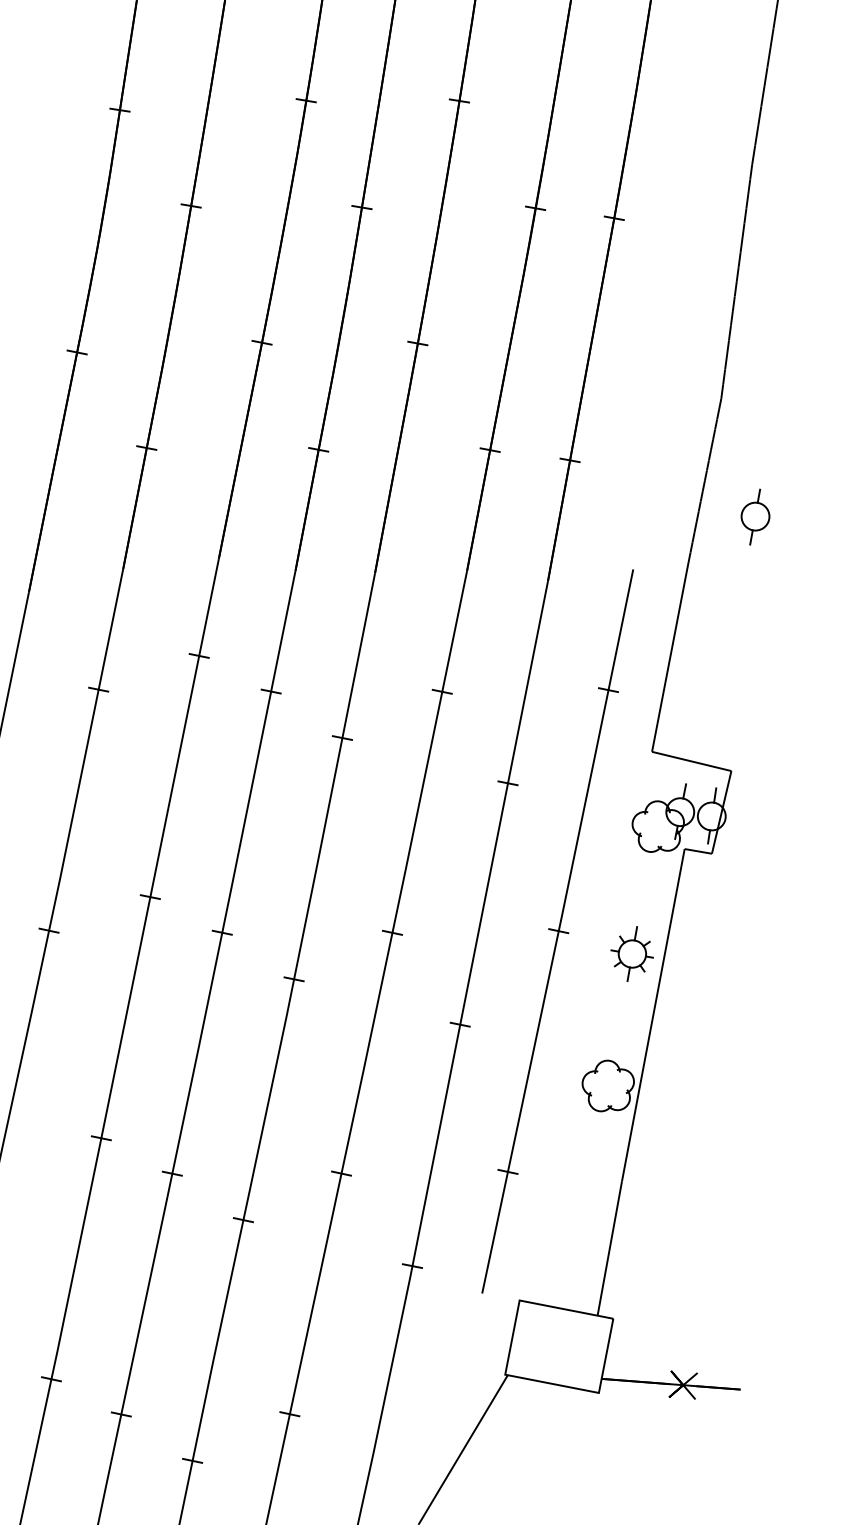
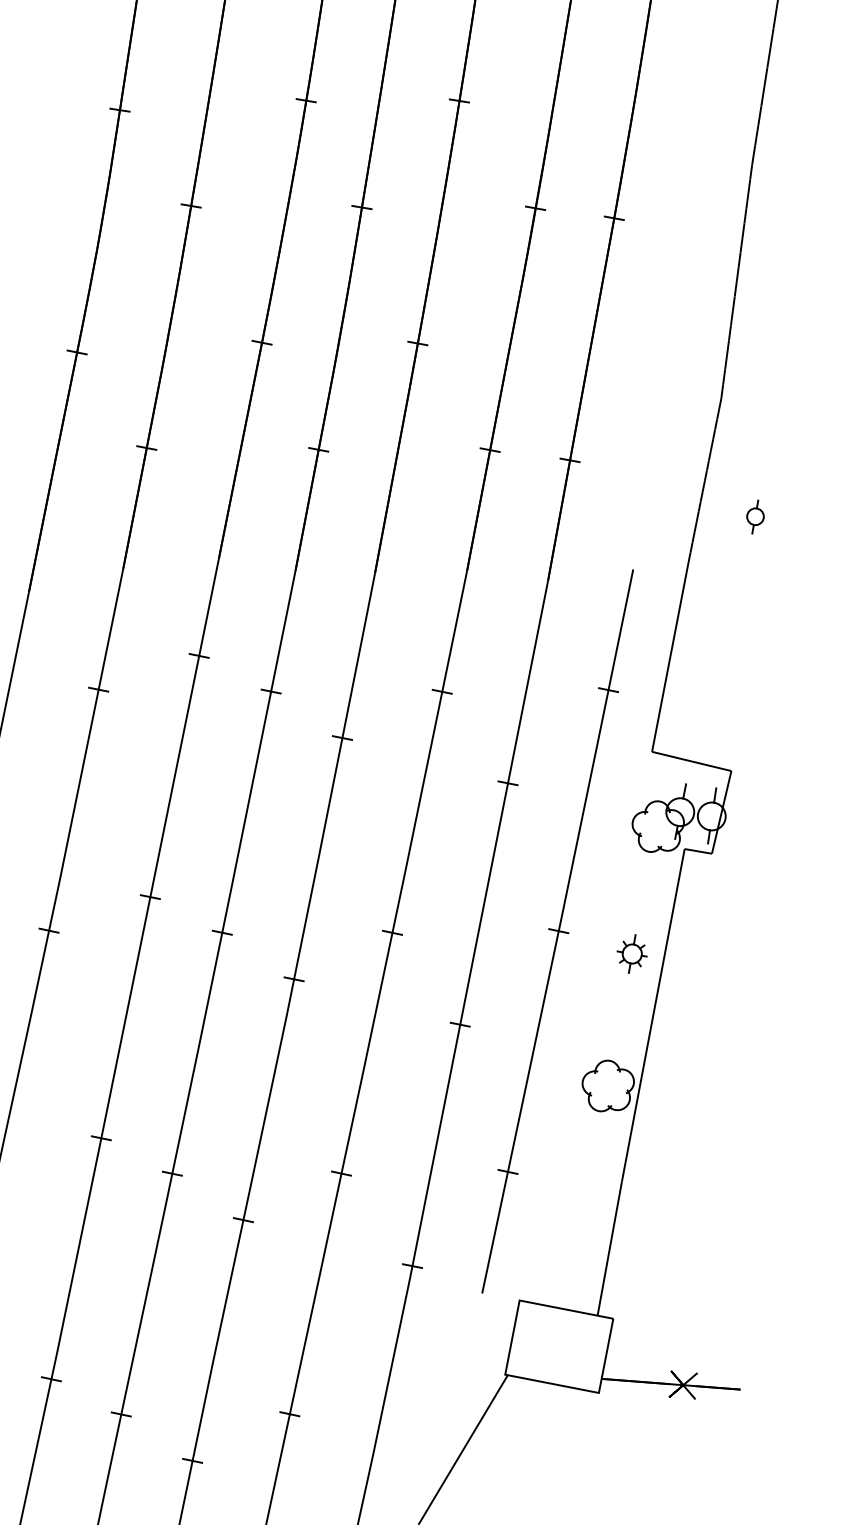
part at (755, 516) size: 31x58 px -> 19x36 px
part at (631, 953) size: 44x56 px -> 32x40 px
